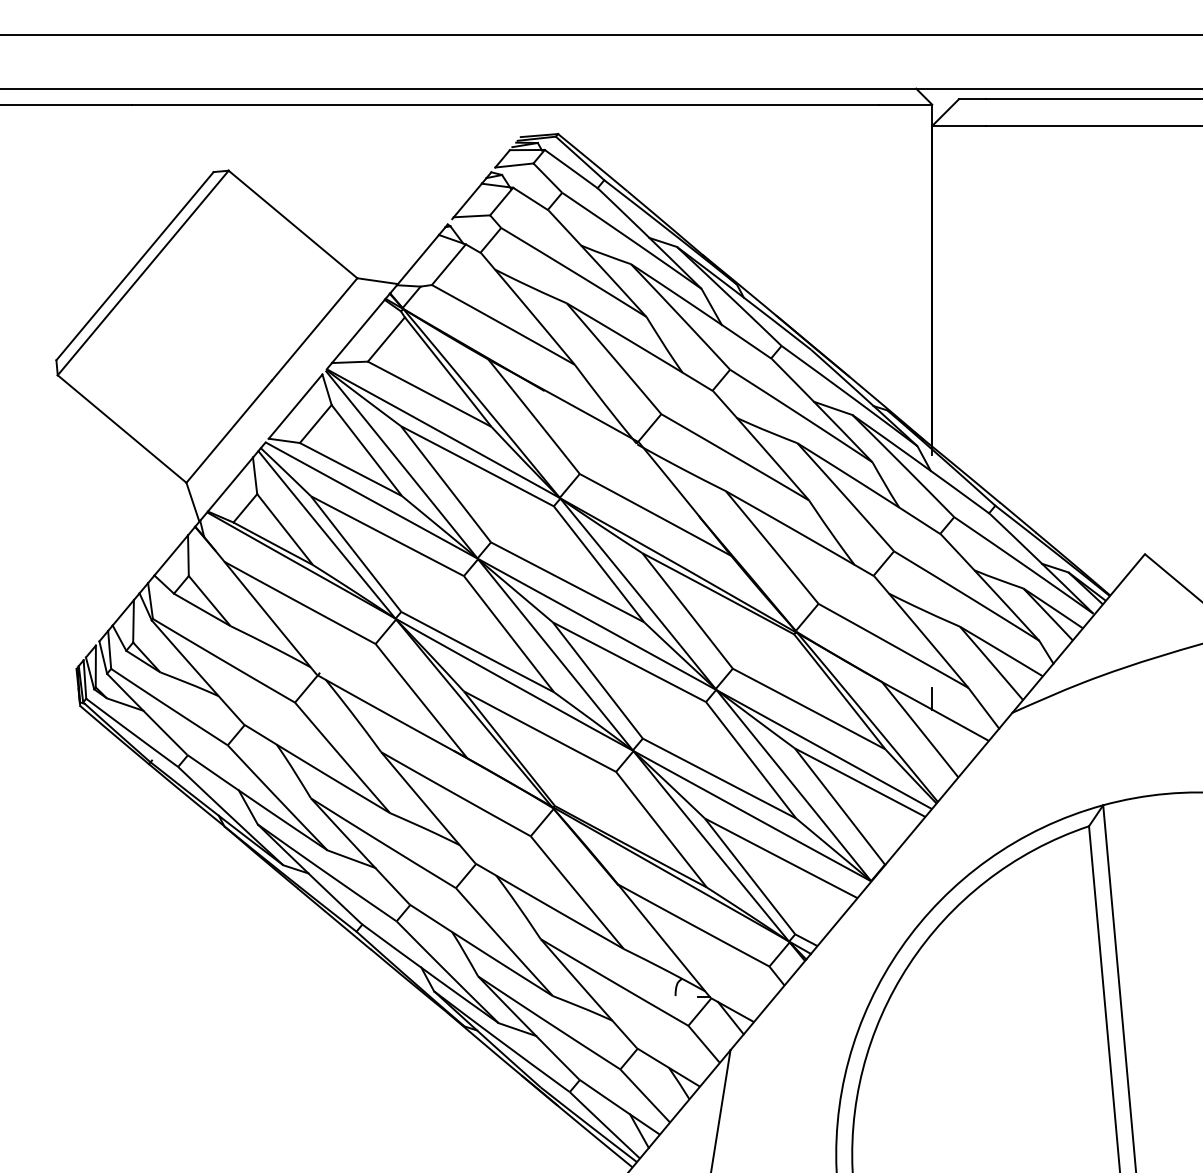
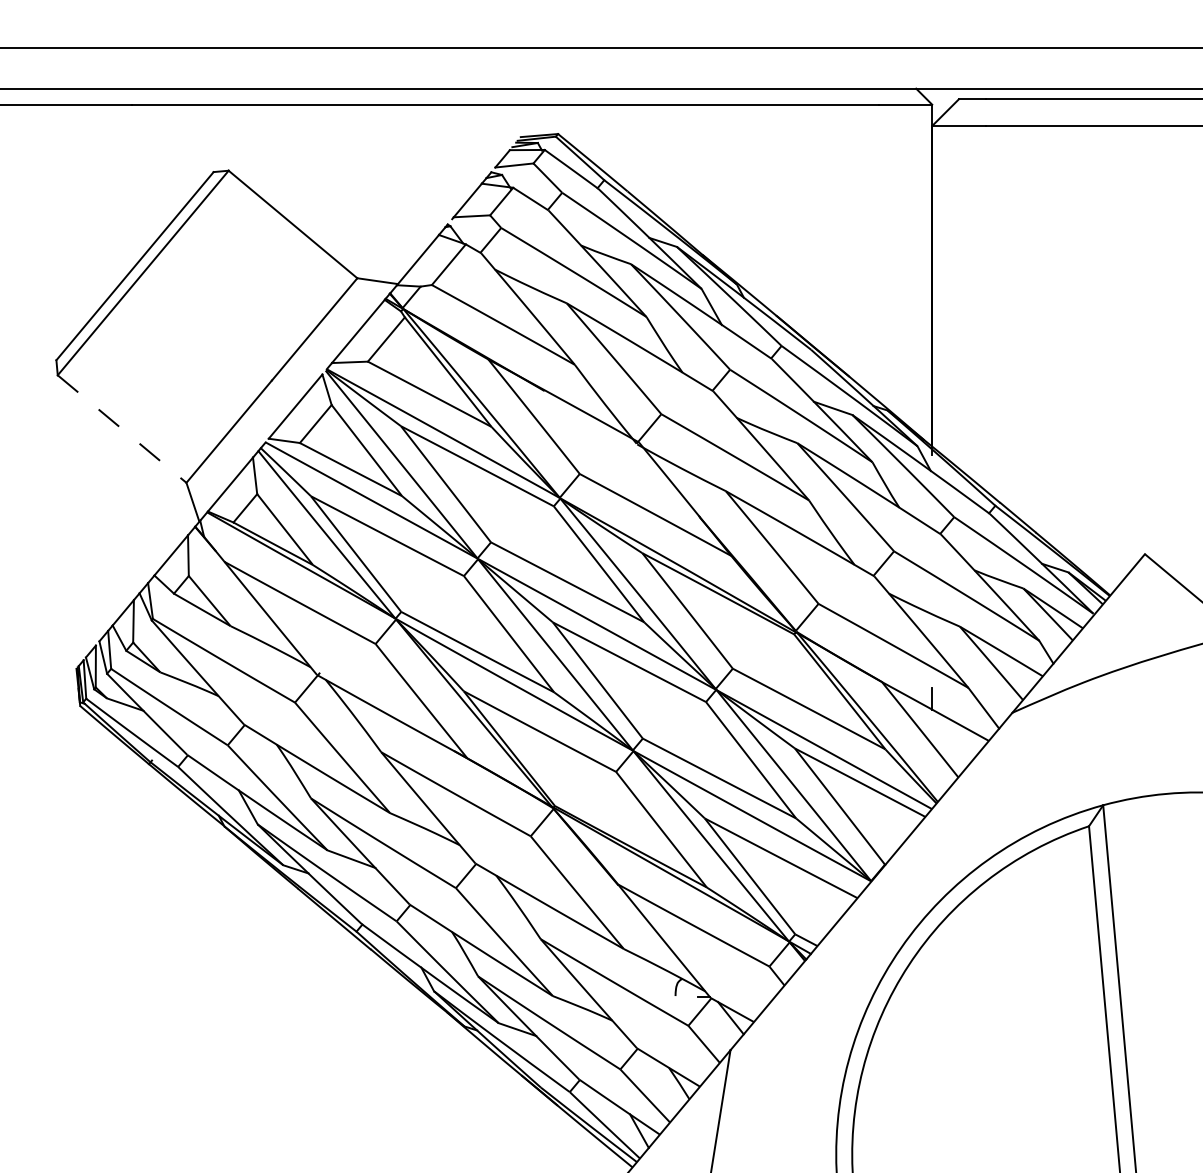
line at (600, 35) position: (600, 35) -> (600, 48)
line at (122, 429): solid -> dashed
